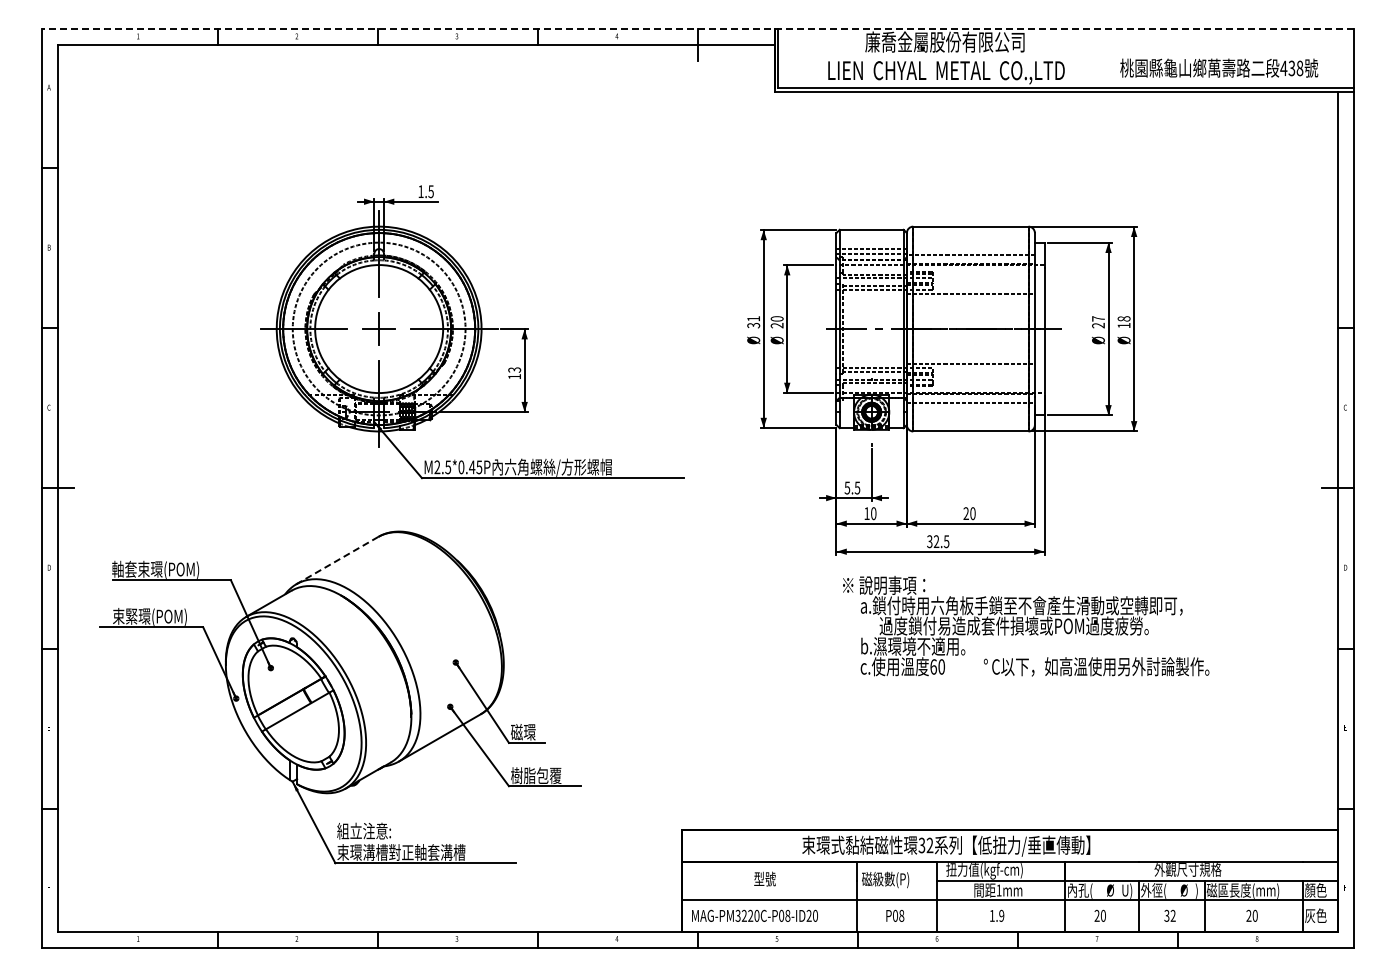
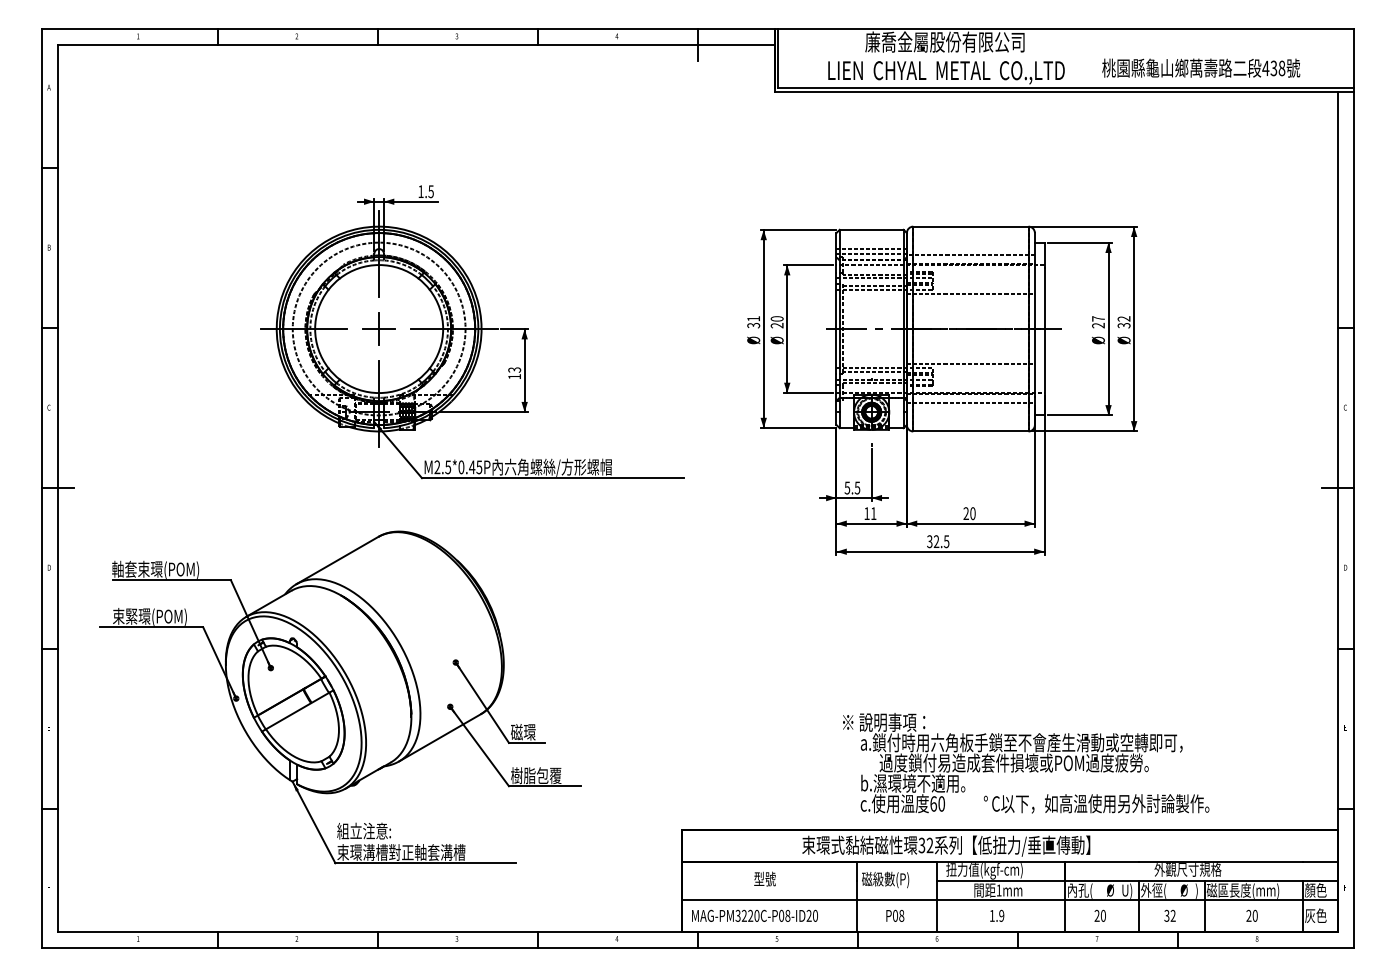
line at (697, 29): dashed -> solid
text at (1219, 67) position: (1219, 67) -> (1201, 67)
text at (1123, 322): 18 -> 32
text at (873, 513): 10 -> 11
line at (337, 560): dashed -> solid
text at (1026, 626) position: (1026, 626) -> (1026, 763)
